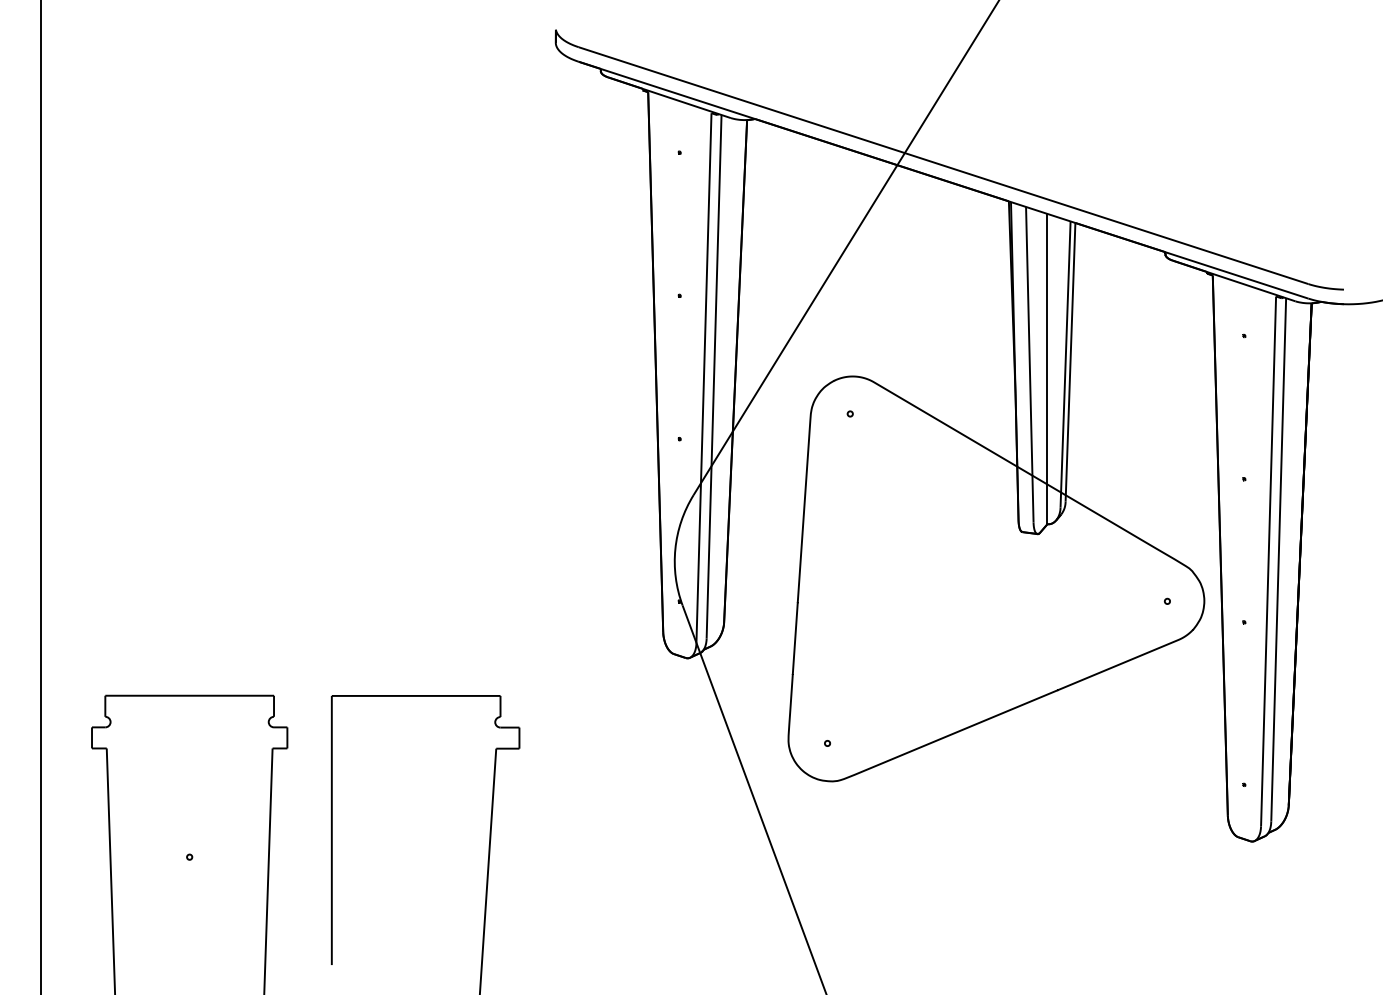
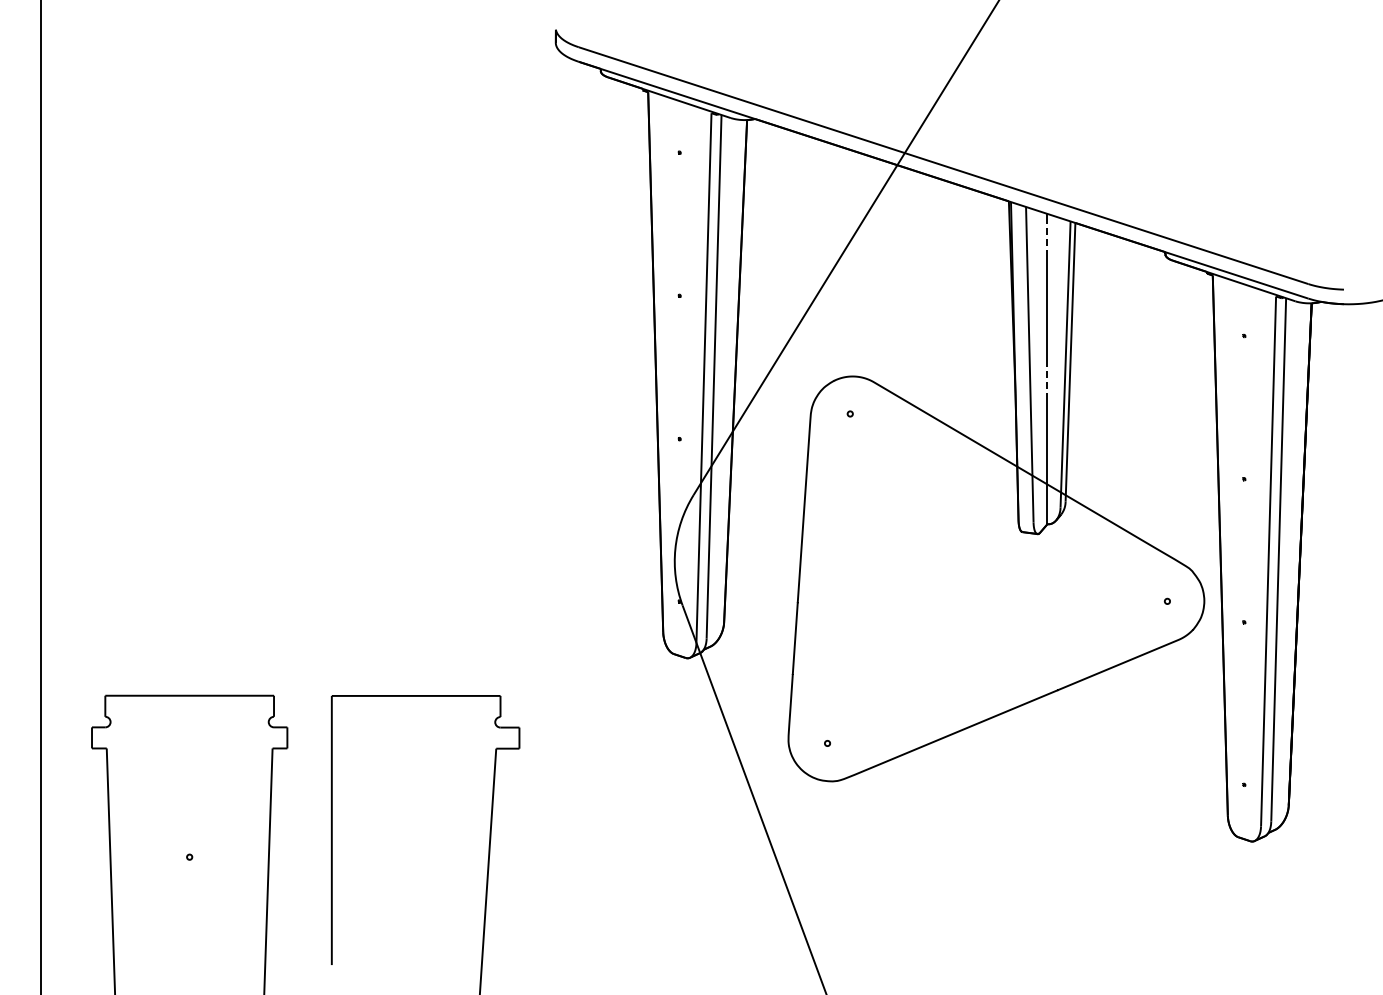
line at (1047, 237): solid -> dashed
line at (1047, 380): solid -> dashed
